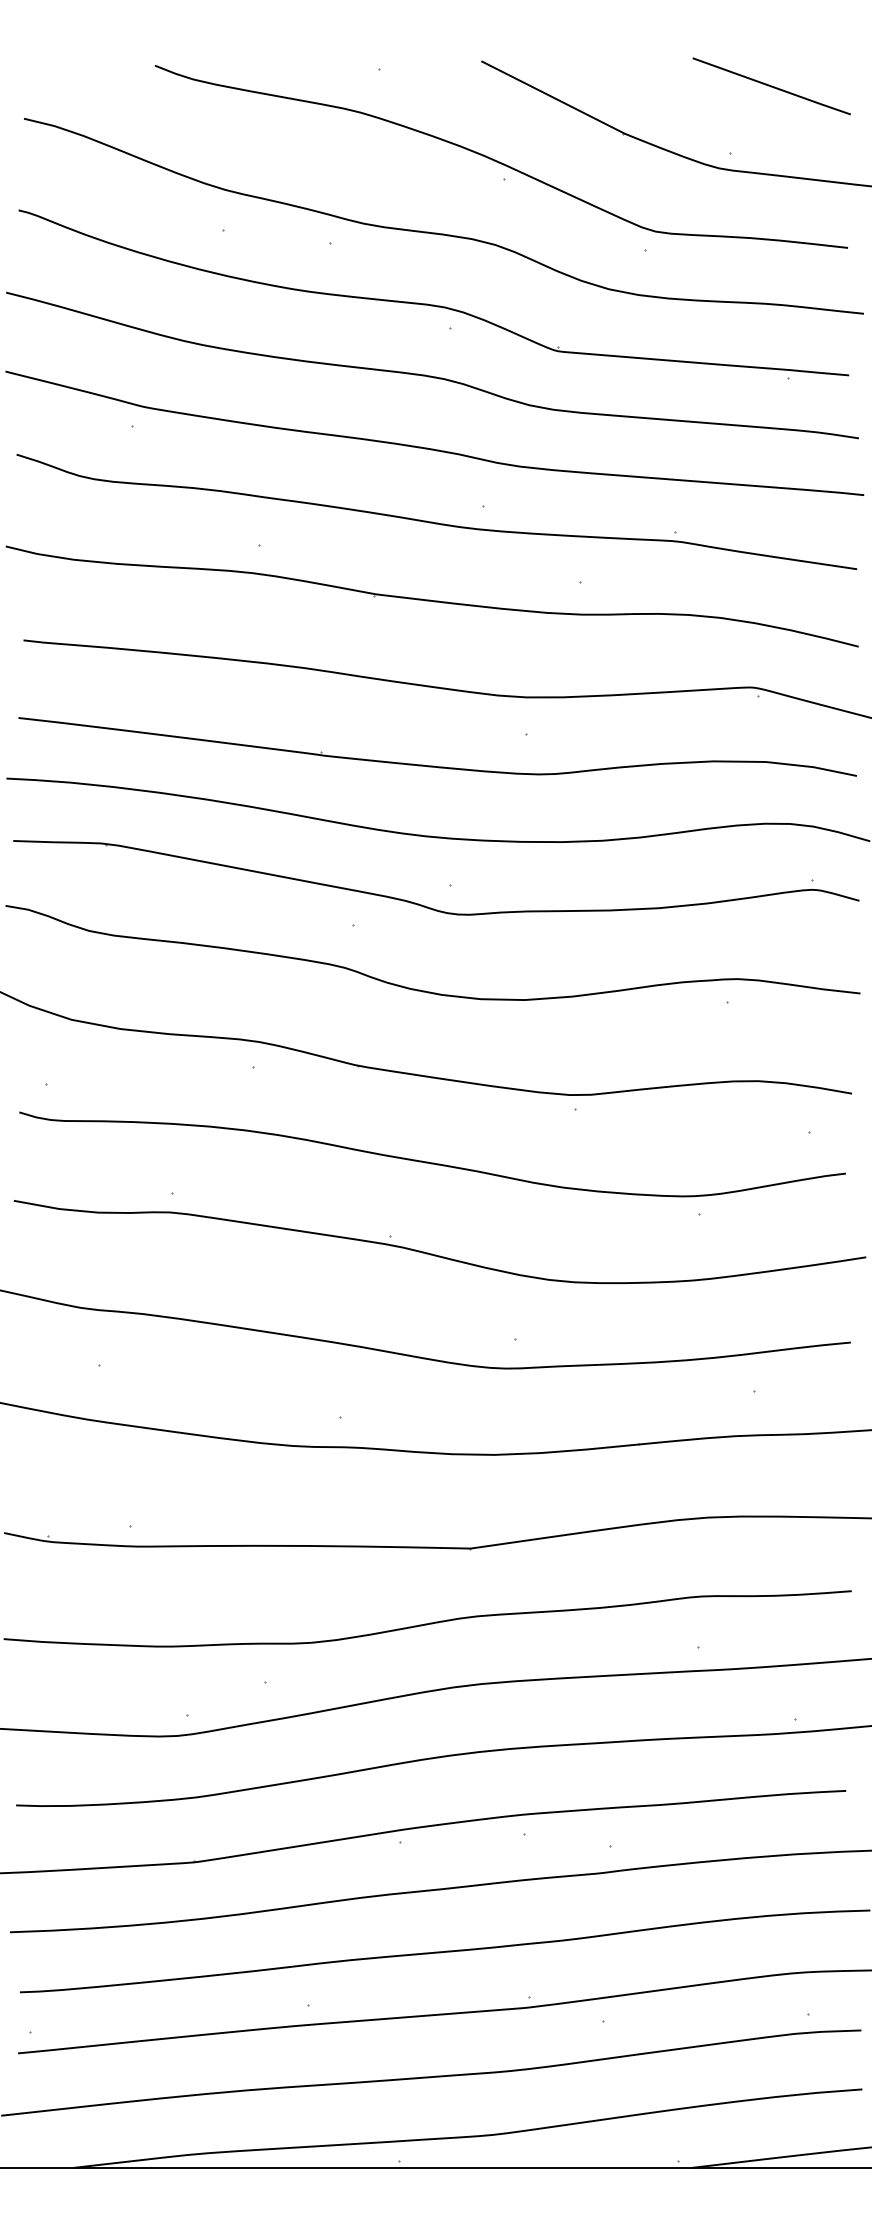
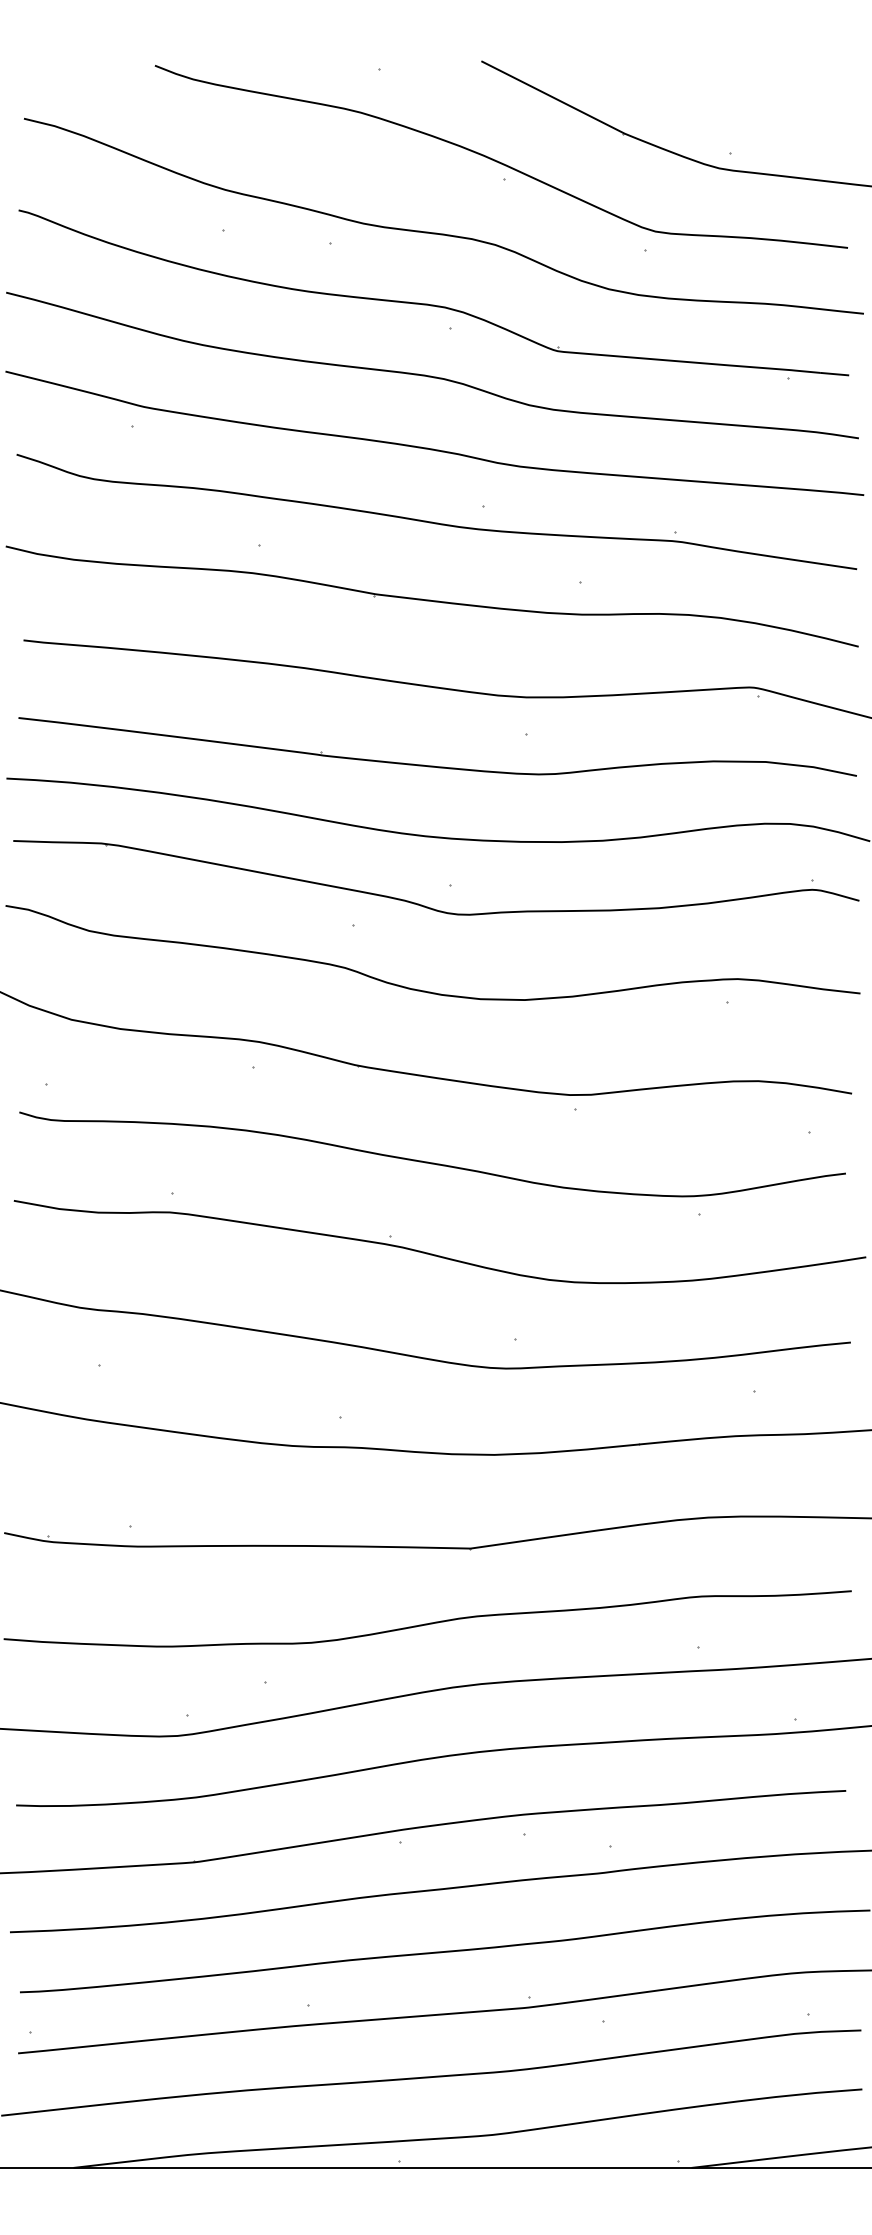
line at (771, 86): present -> none
